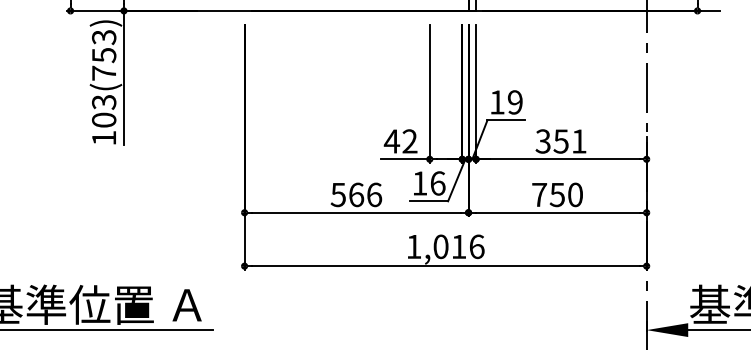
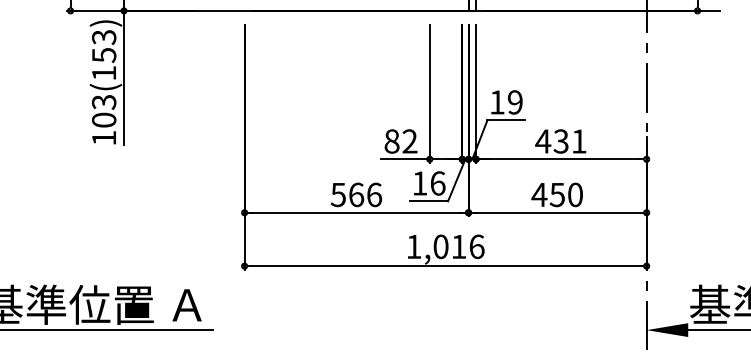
text at (103, 72): 103(753) -> 103(153)
text at (391, 141): 42 -> 82
text at (551, 141): 351 -> 431
text at (539, 194): 750 -> 450
